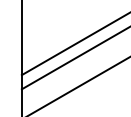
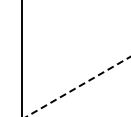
line at (74, 44): present -> none
line at (74, 58): present -> none
line at (78, 86): solid -> dashed
